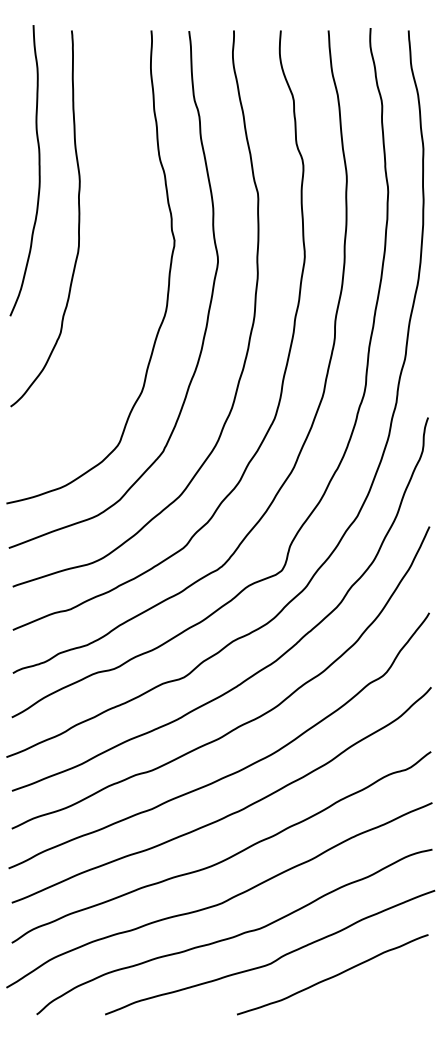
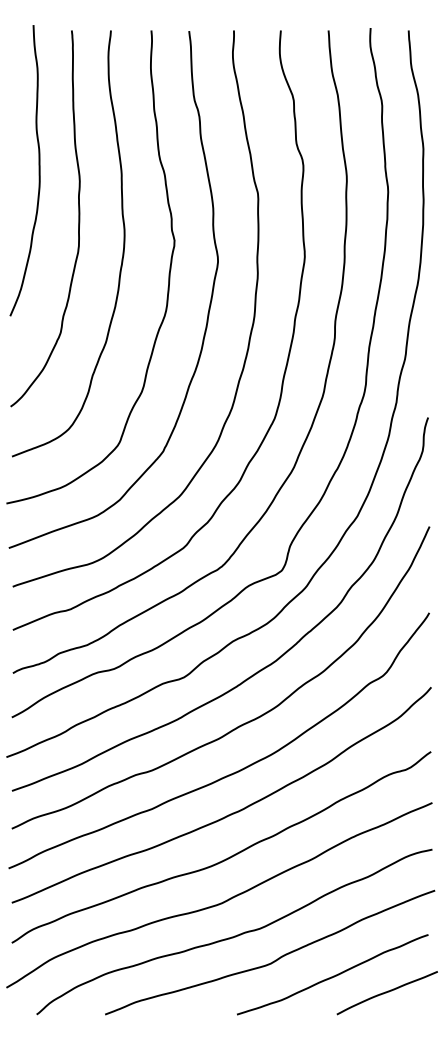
curve at (122, 250): none -> present
curve at (386, 993): none -> present
